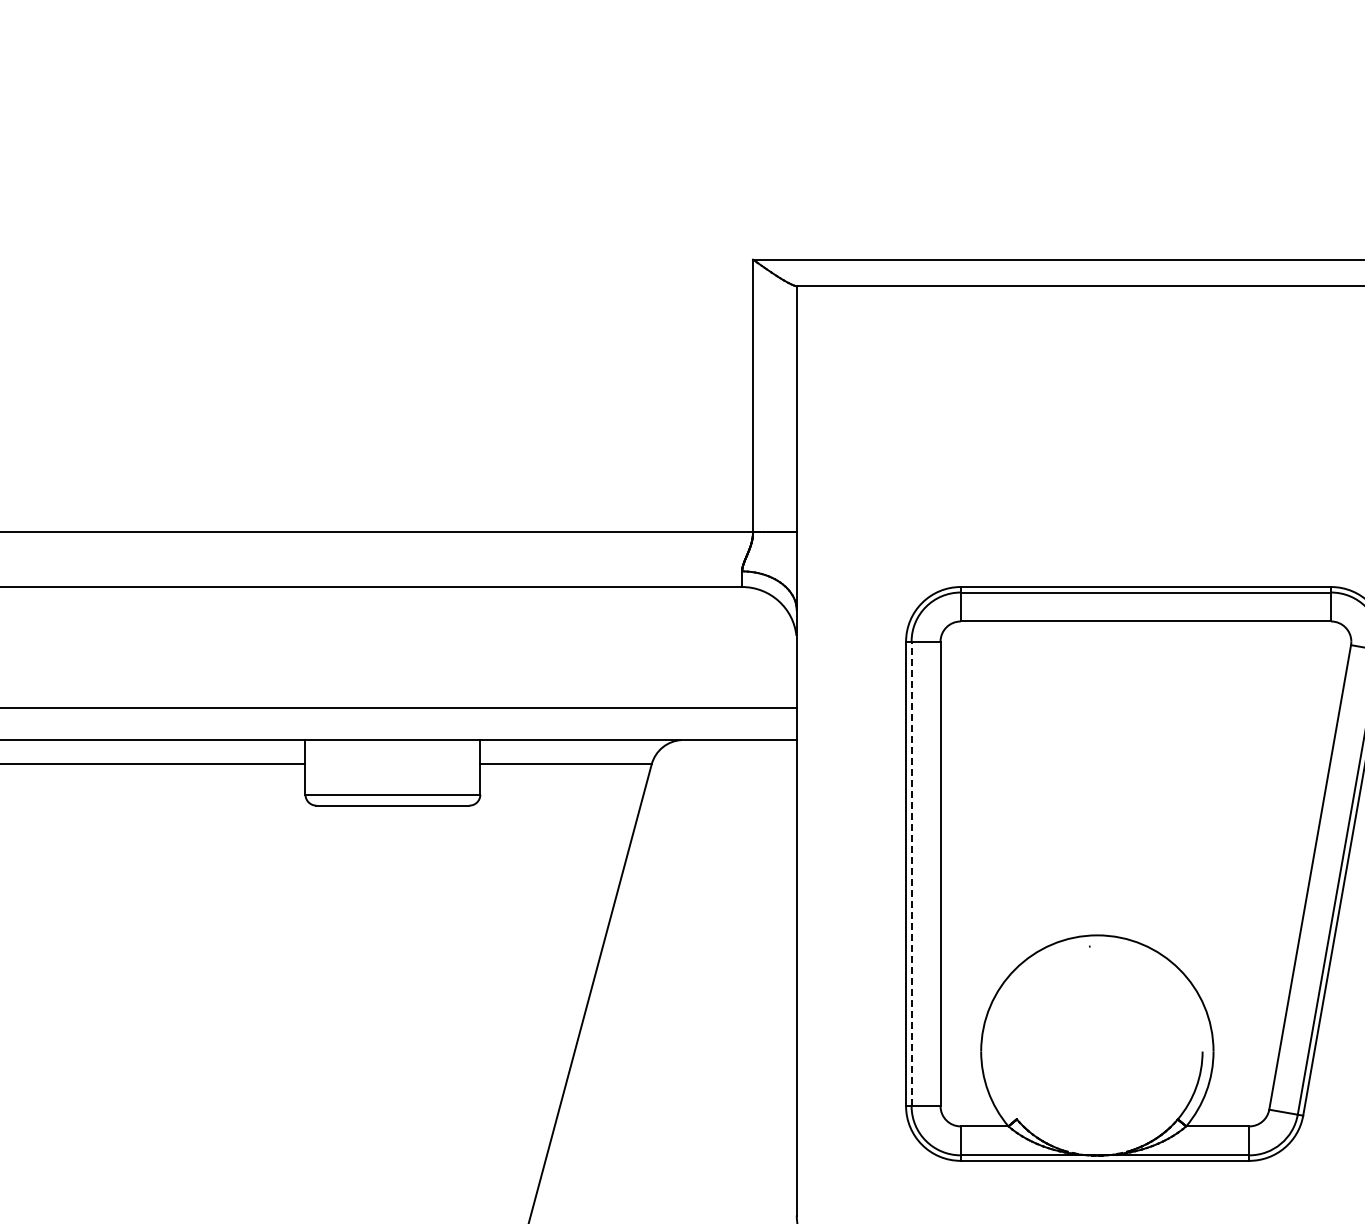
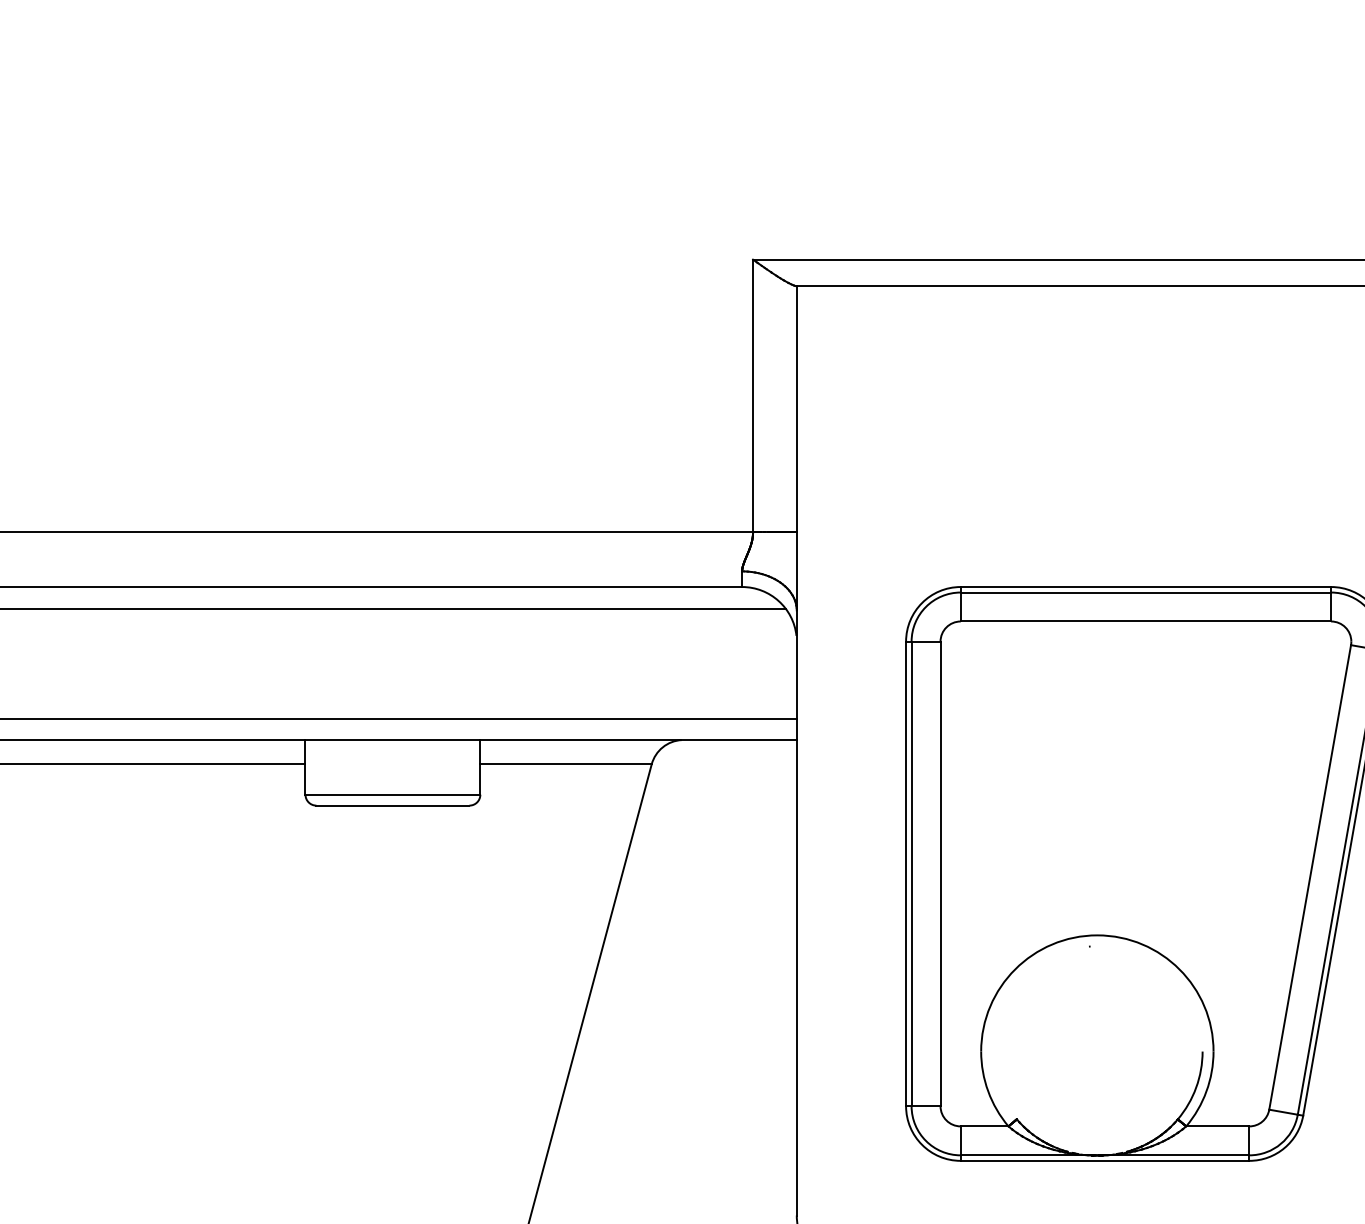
line at (393, 608): none -> present
line at (399, 707) position: (399, 707) -> (399, 718)
line at (911, 873): dashed -> solid
